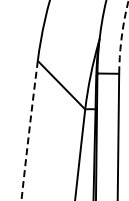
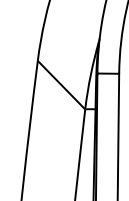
arc at (121, 36): dashed -> solid
arc at (29, 130): dashed -> solid
